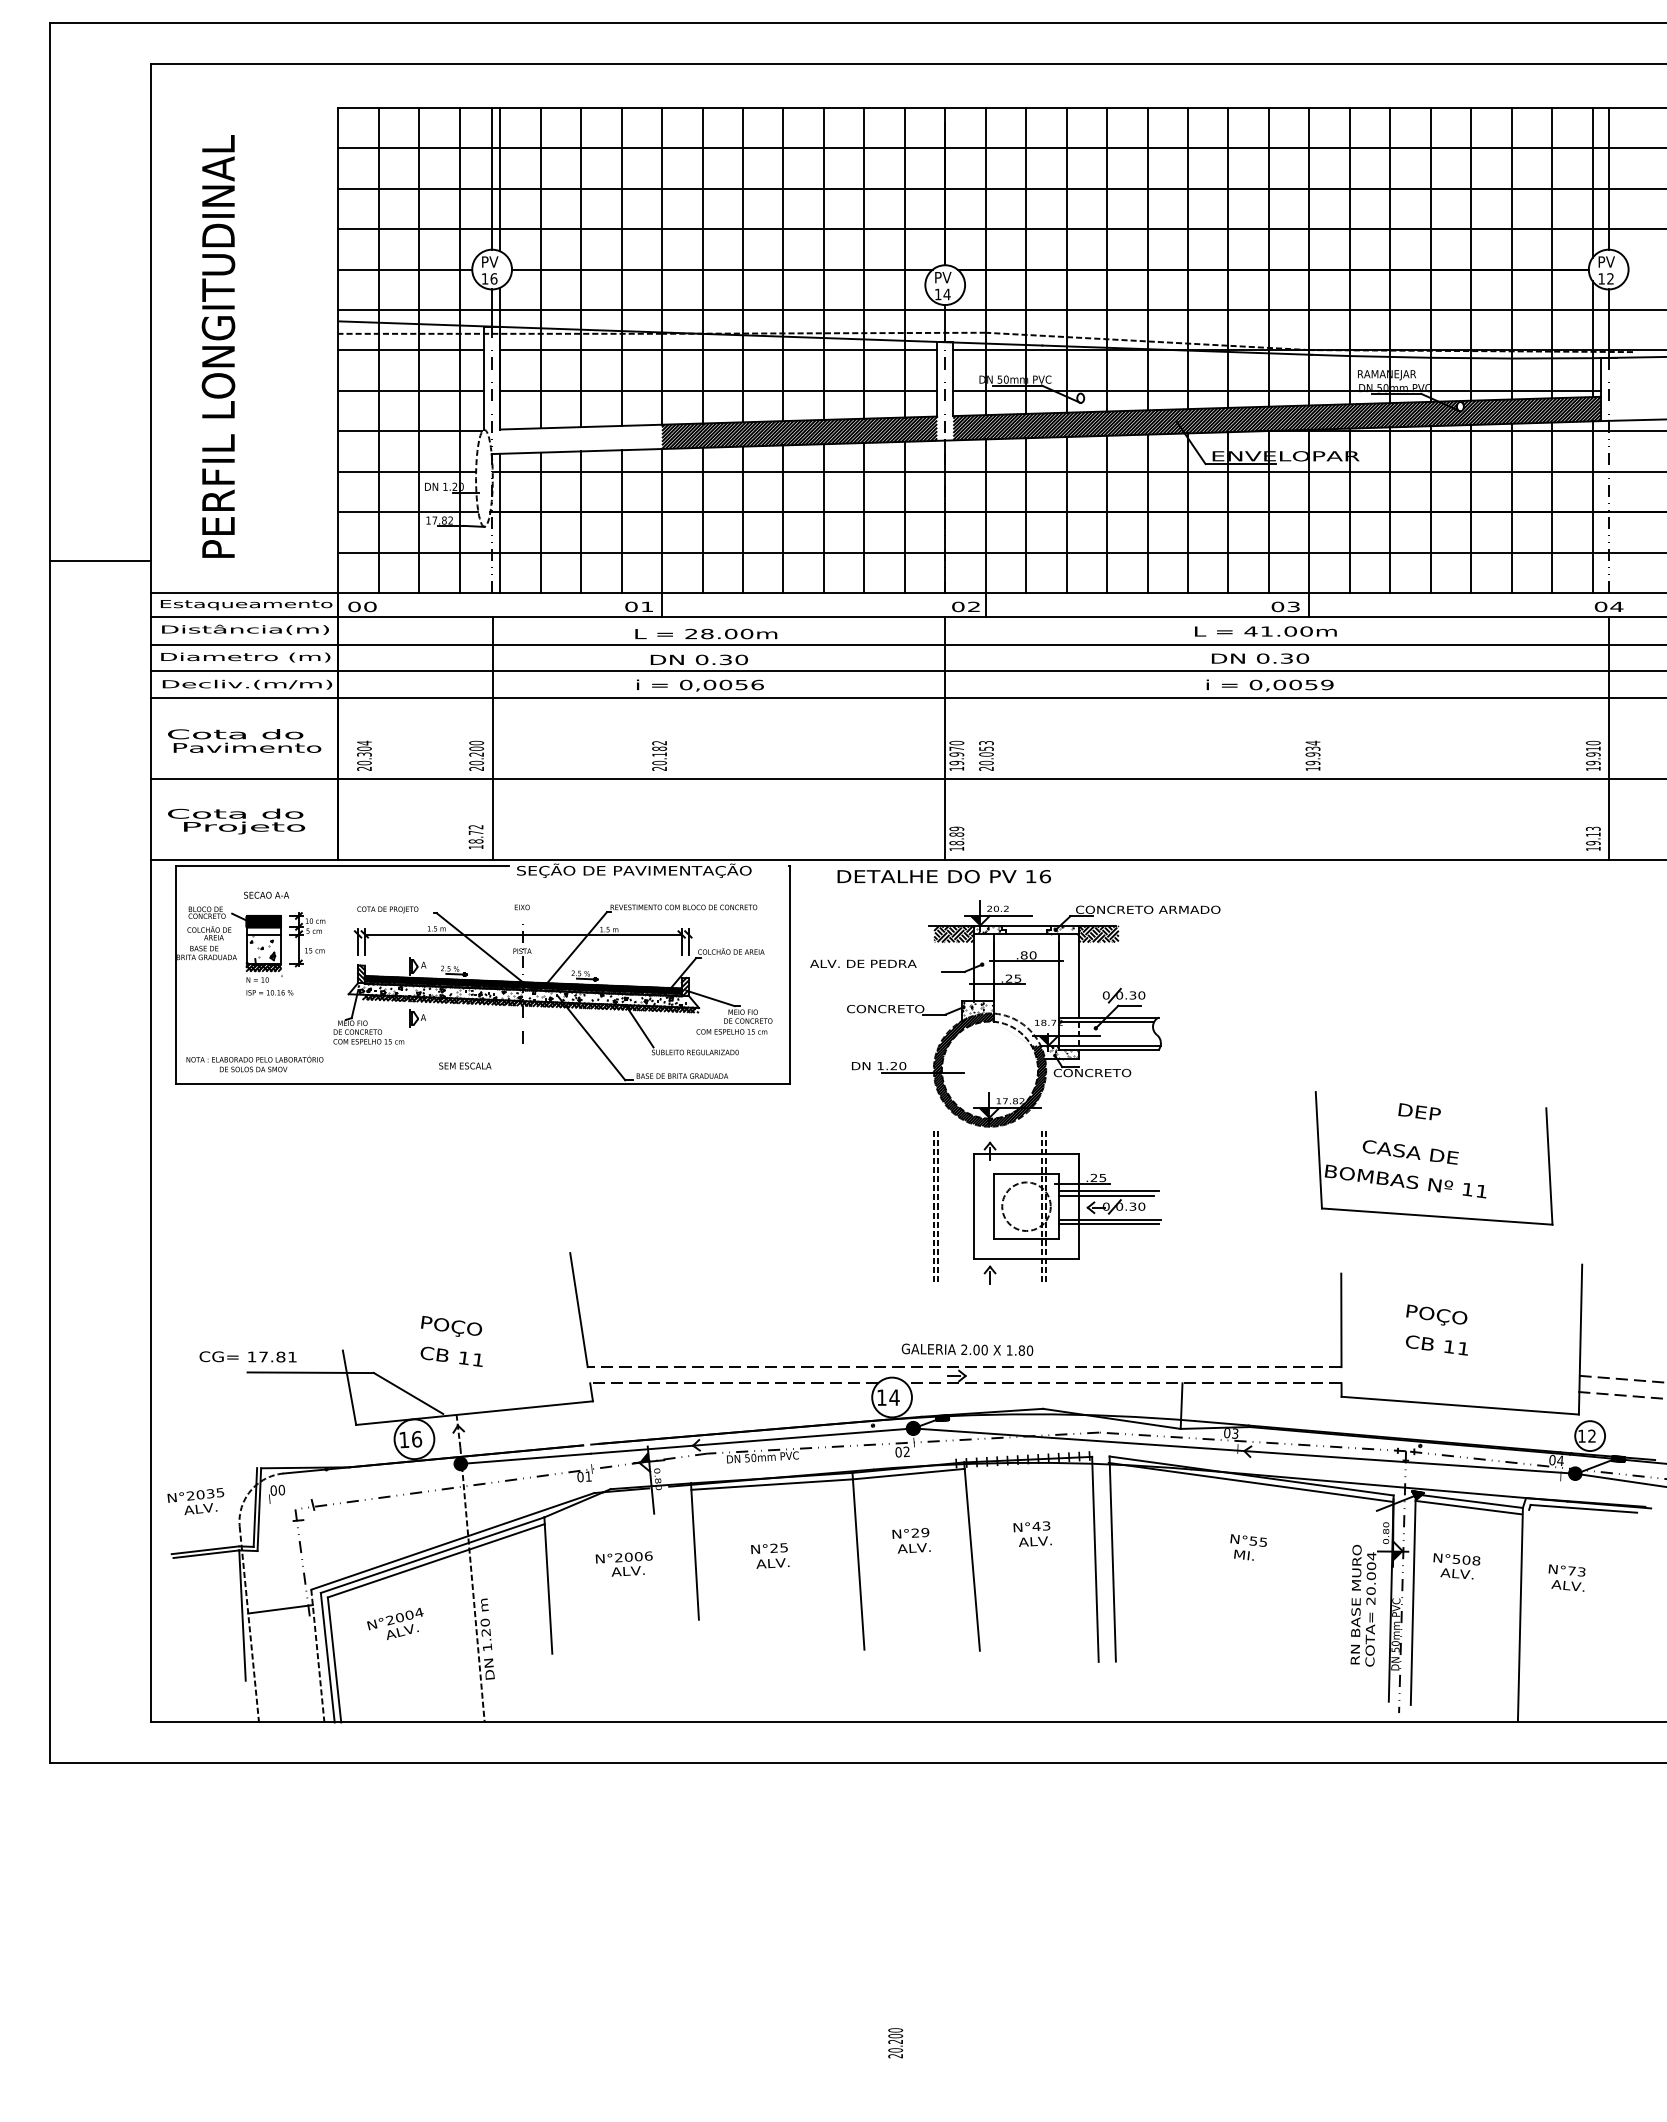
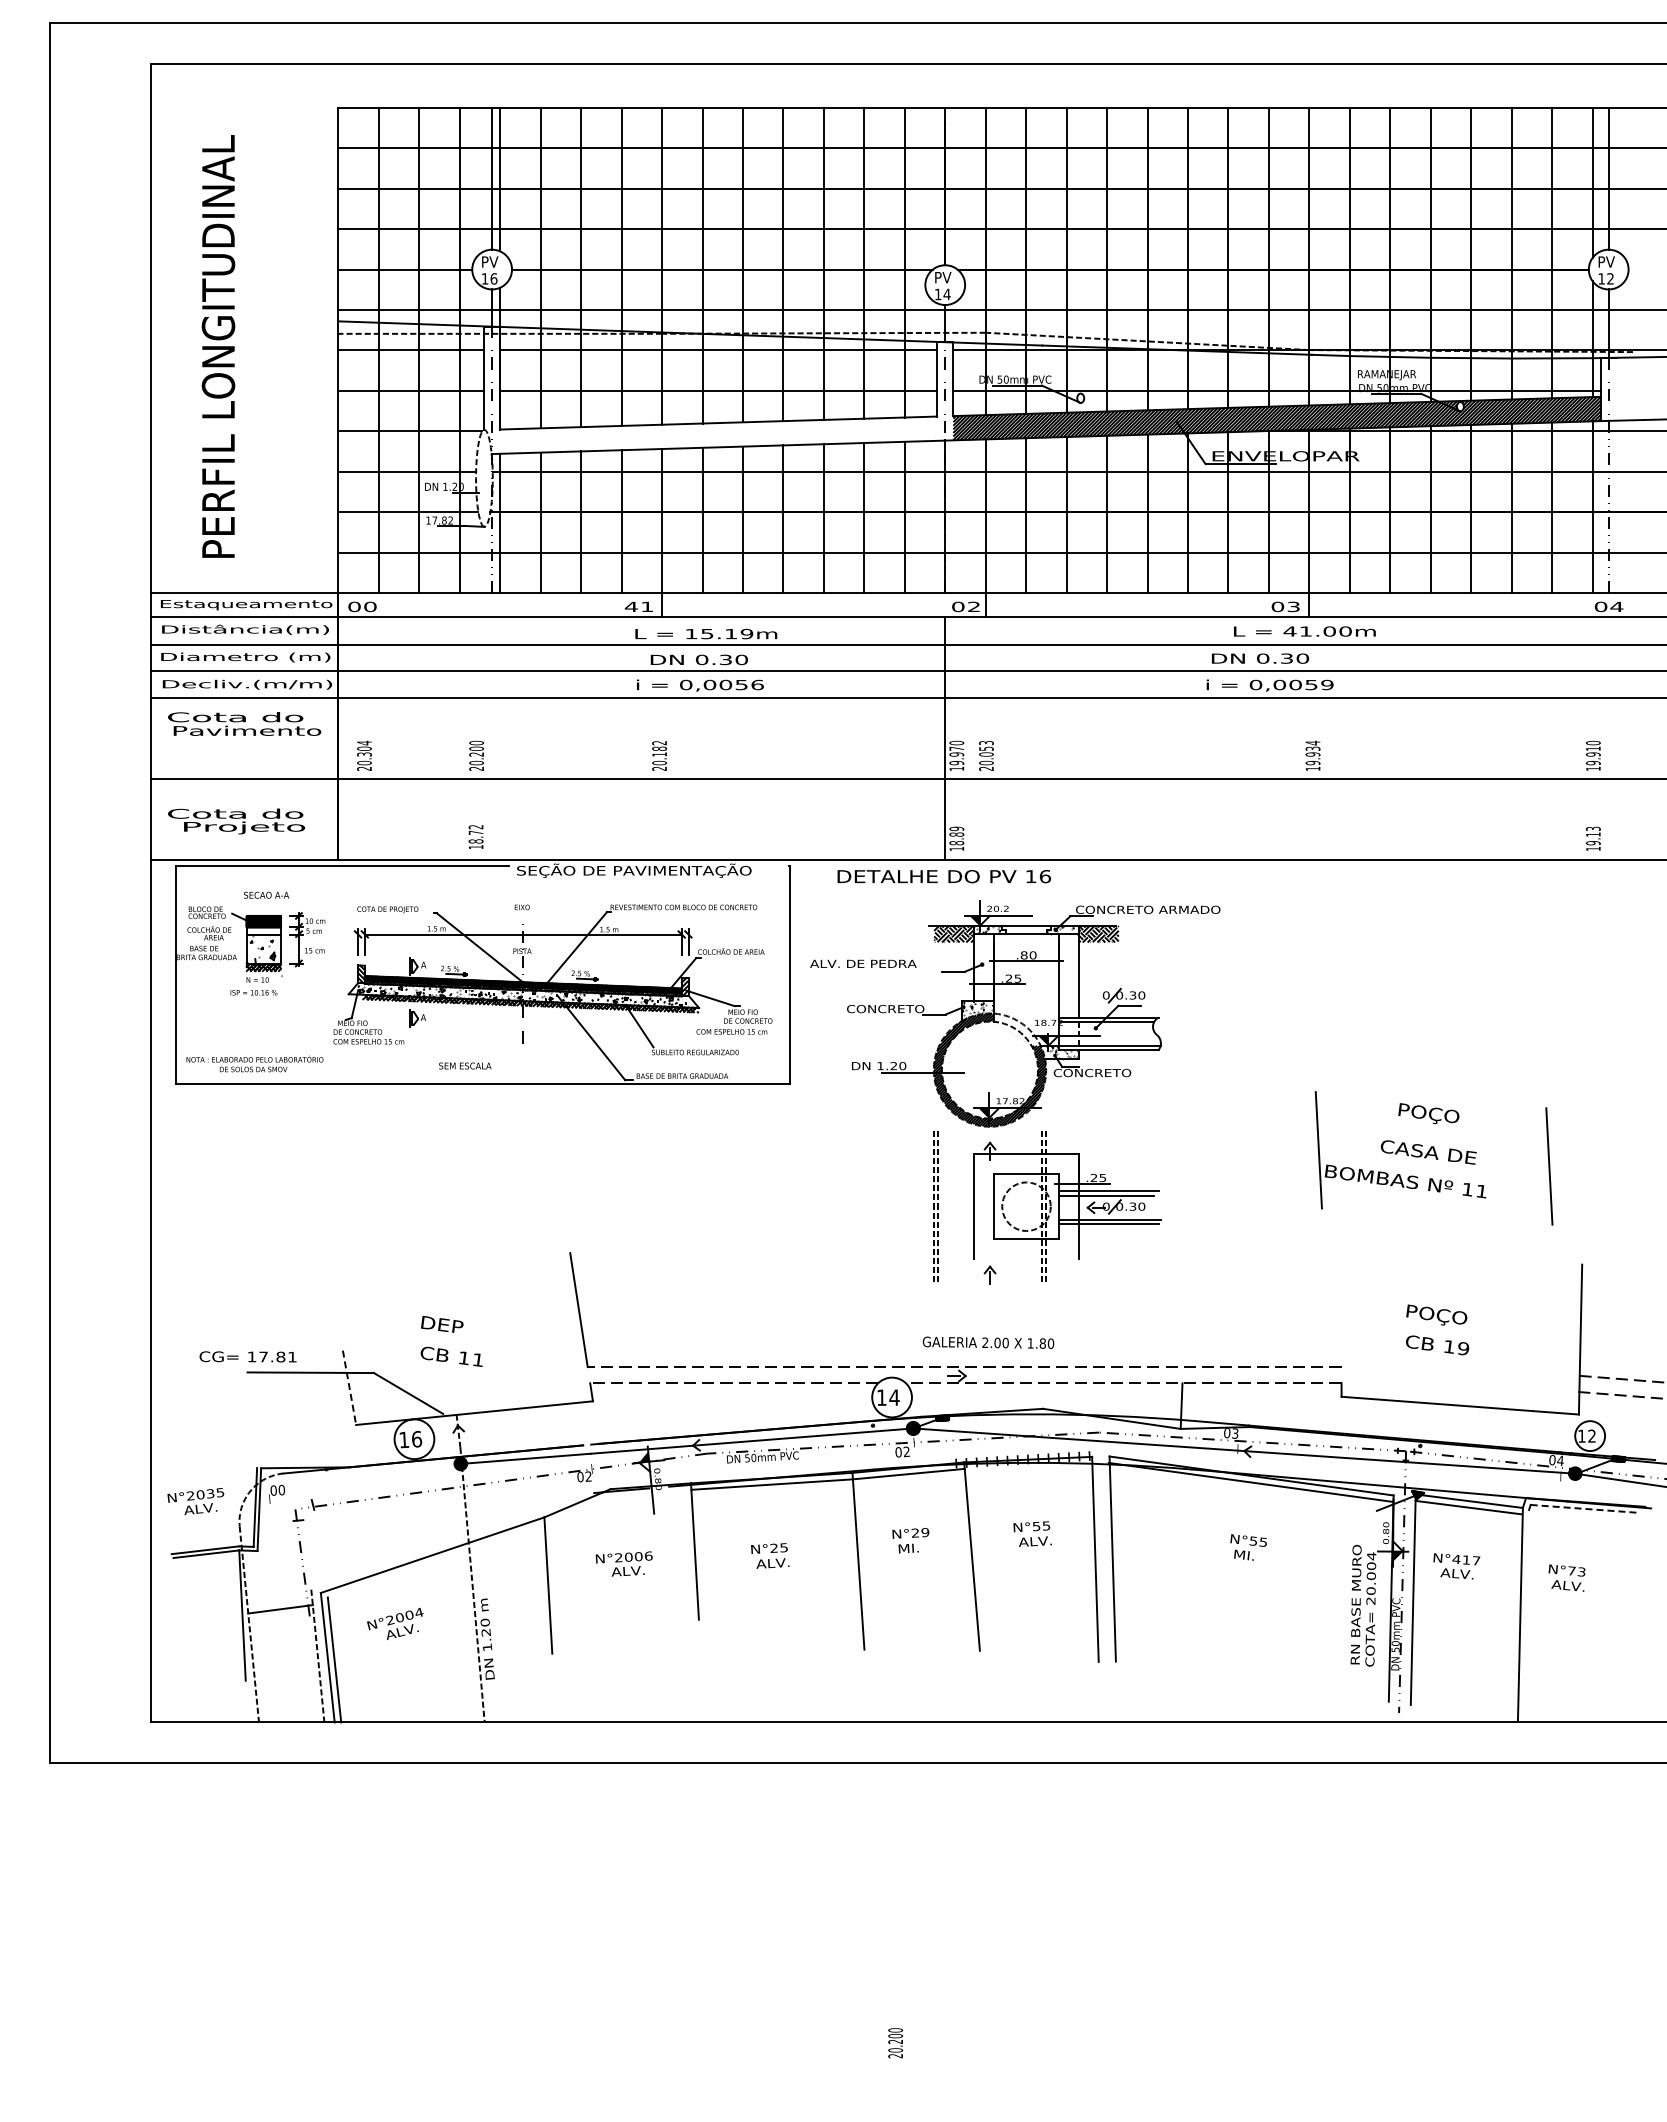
hatch at (799, 432): present -> none
line at (100, 561): present -> none
text at (630, 606): 01 -> 41
text at (1265, 631) position: (1265, 631) -> (1304, 631)
text at (719, 633): 28.00m -> 15.19m
line at (493, 738): present -> none
line at (1608, 738): present -> none
text at (244, 740) position: (244, 740) -> (244, 723)
text at (269, 992) position: (269, 992) -> (253, 992)
text at (1429, 1114): DEP -> POÇO
text at (1410, 1152) position: (1410, 1152) -> (1428, 1152)
line at (1436, 1216): present -> none
line at (1026, 1259): present -> none
line at (1341, 1320): present -> none
text at (452, 1326): POÇO -> DEP
text at (1463, 1348): 11 -> 19
text at (967, 1349) position: (967, 1349) -> (988, 1342)
line at (349, 1387): solid -> dashed
text at (588, 1476): 01 -> 02
line at (1584, 1508): solid -> dashed
text at (1041, 1526): N°43 -> N°55
line at (452, 1541): present -> none
text at (913, 1548): ALV. -> MI.
text at (1466, 1559): N°508 -> N°417
line at (435, 1560): present -> none
